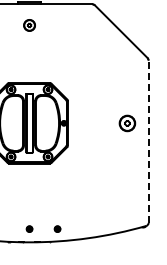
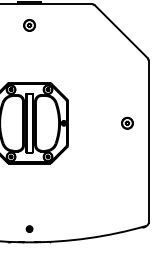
part at (127, 123) size: 19x19 px -> 13x14 px
line at (148, 141): dashed -> solid
part at (57, 228): present -> none
